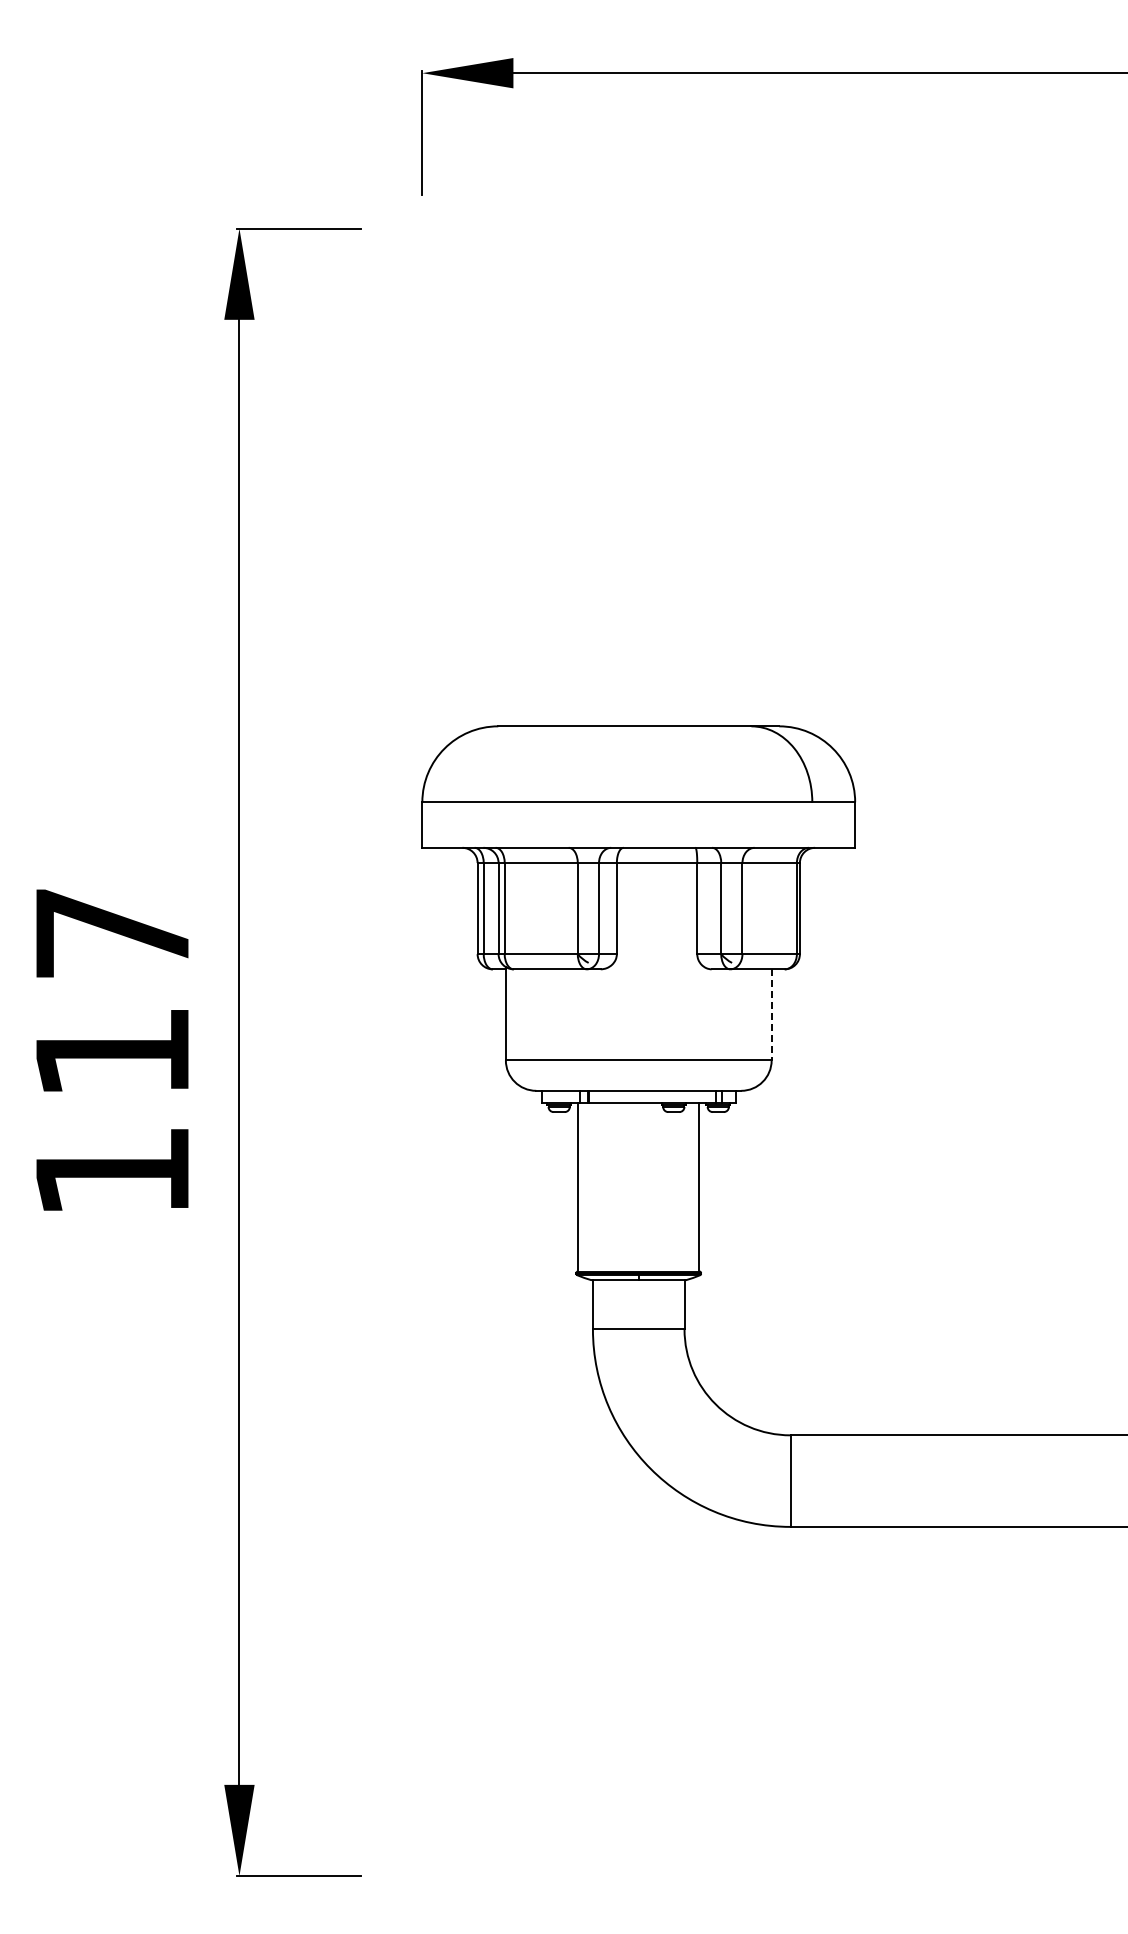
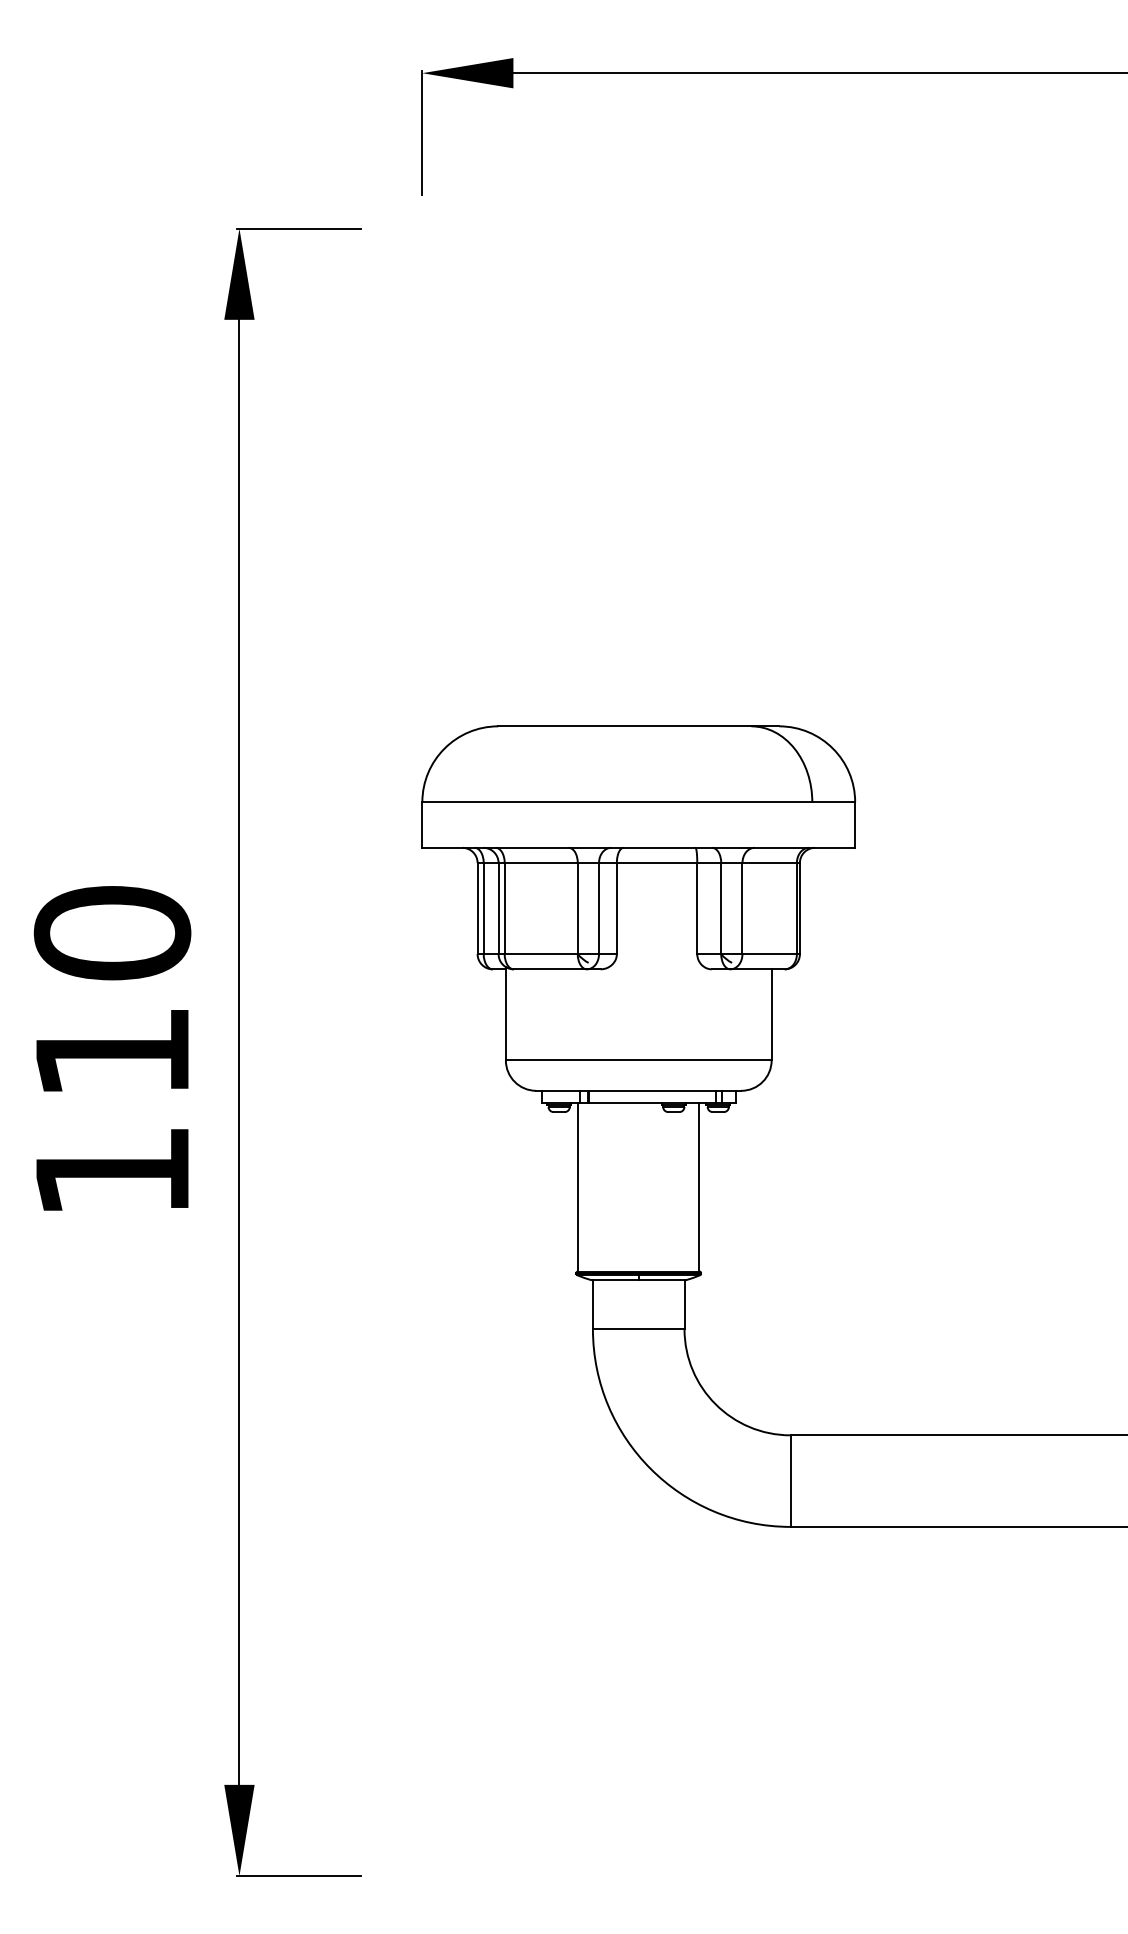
text at (112, 933): 117 -> 110
line at (771, 1014): dashed -> solid
